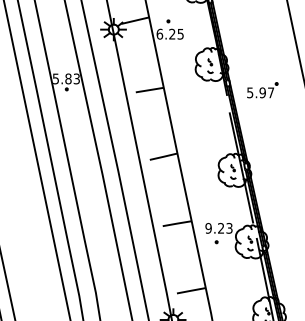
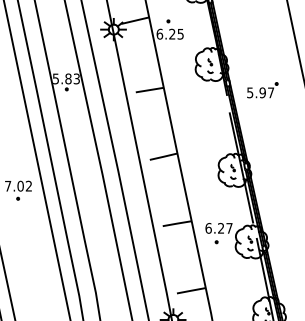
part at (18, 190): none -> present
text at (218, 228): 9.23 -> 6.27
